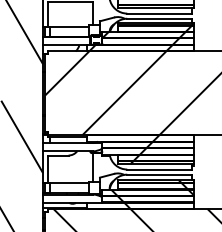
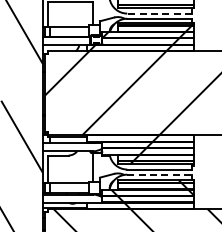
line at (159, 13): solid -> dashed
line at (160, 174): solid -> dashed
